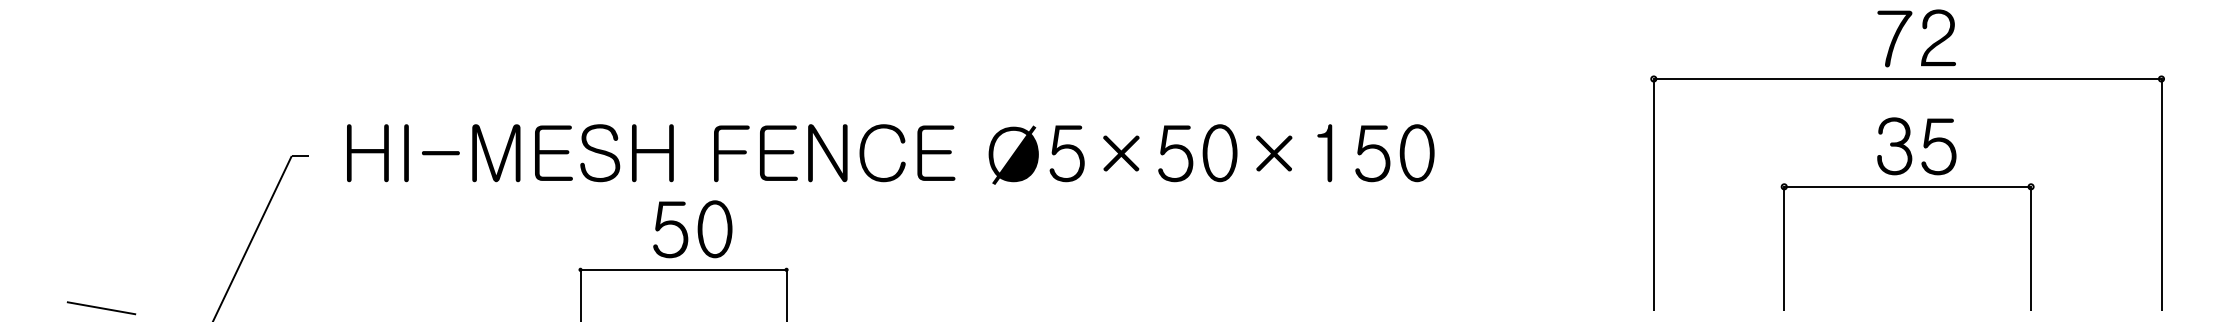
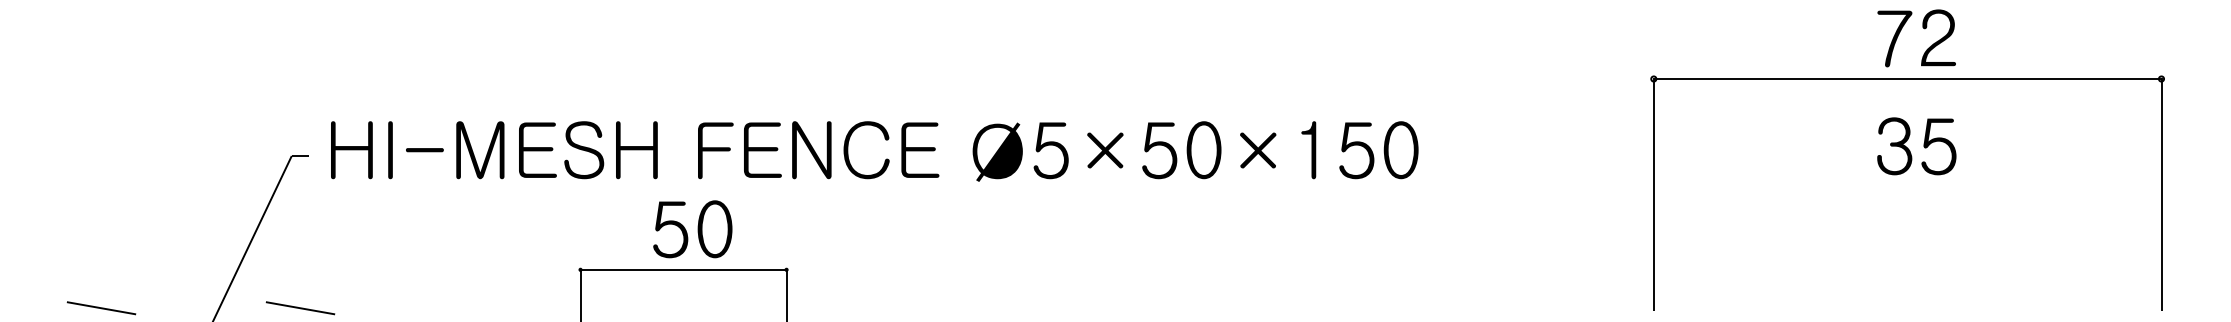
text at (890, 154) position: (890, 154) -> (874, 151)
part at (1907, 187): present -> none
line at (300, 308): none -> present
